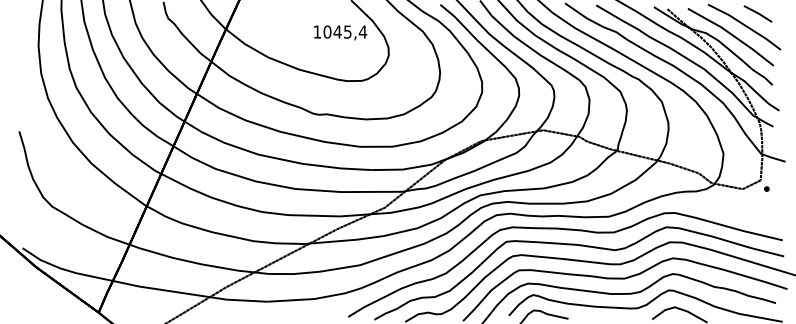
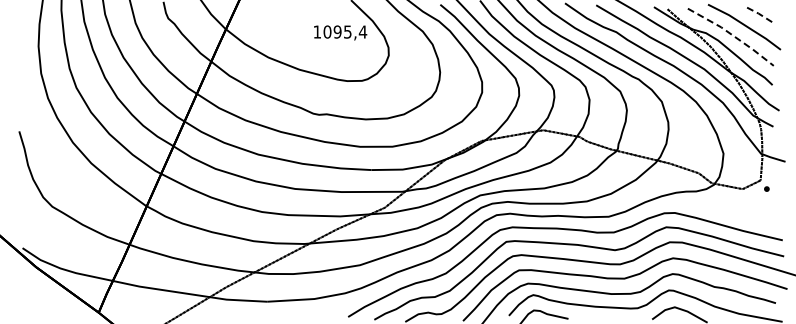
line at (758, 13): solid -> dashed
text at (337, 31): 1045,4 -> 1095,4
line at (732, 35): solid -> dashed
